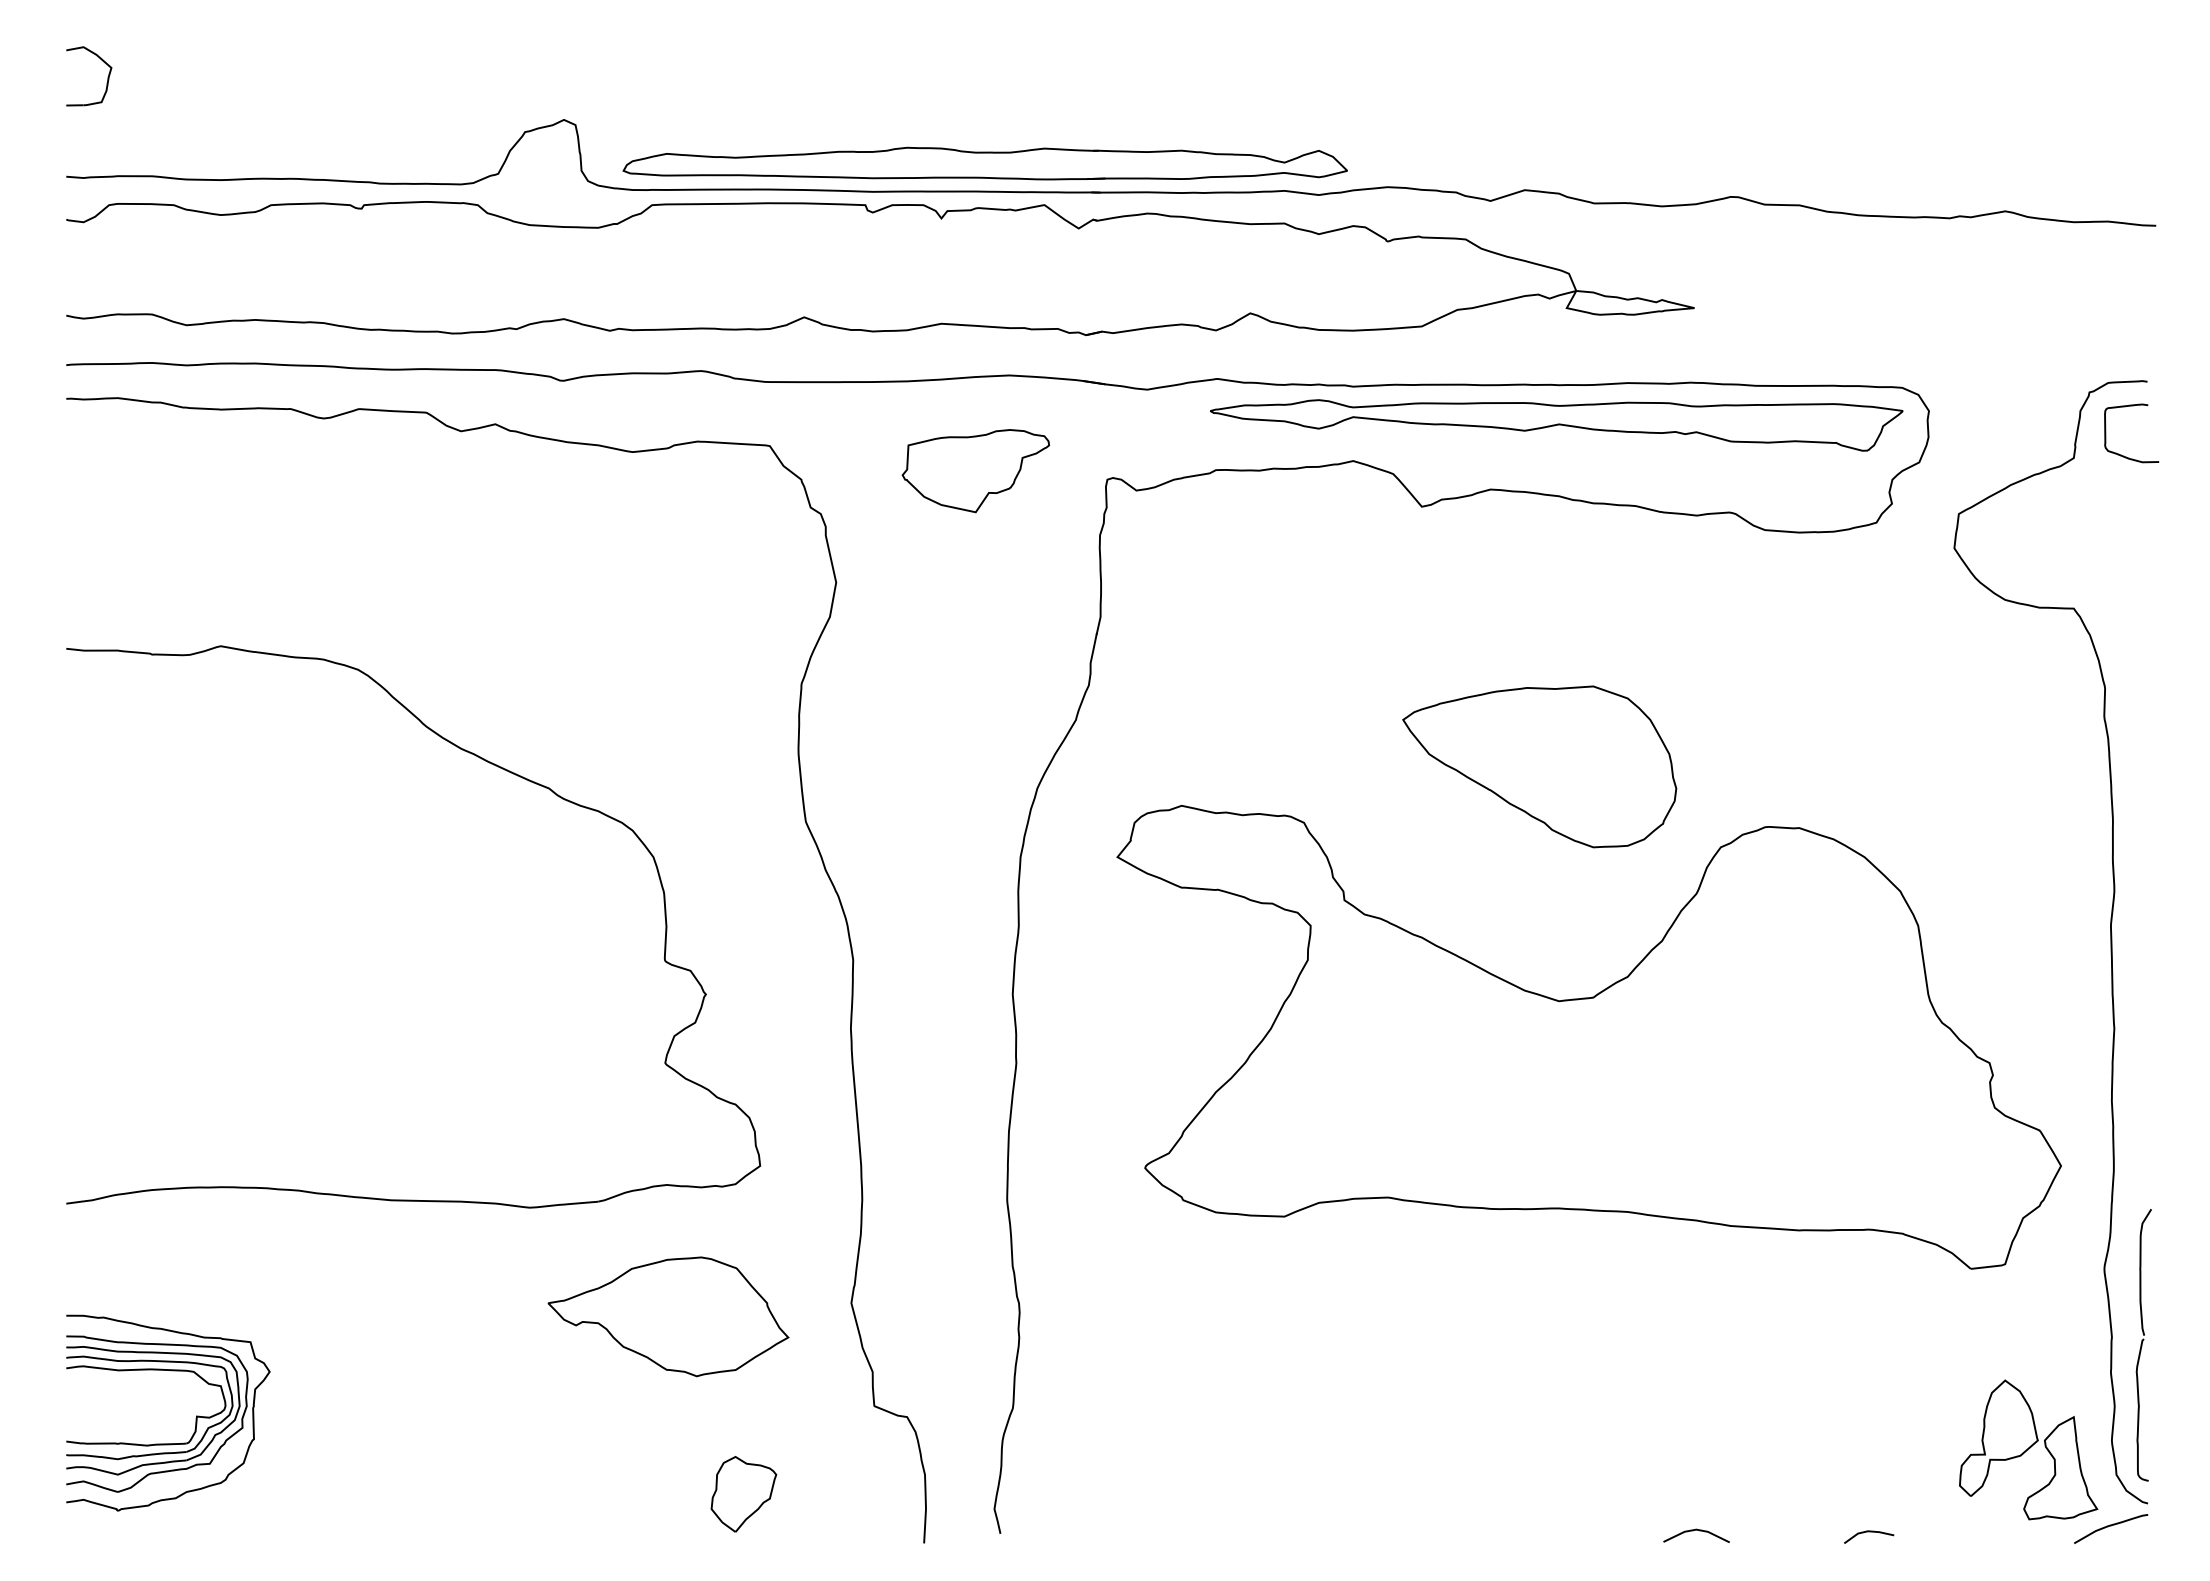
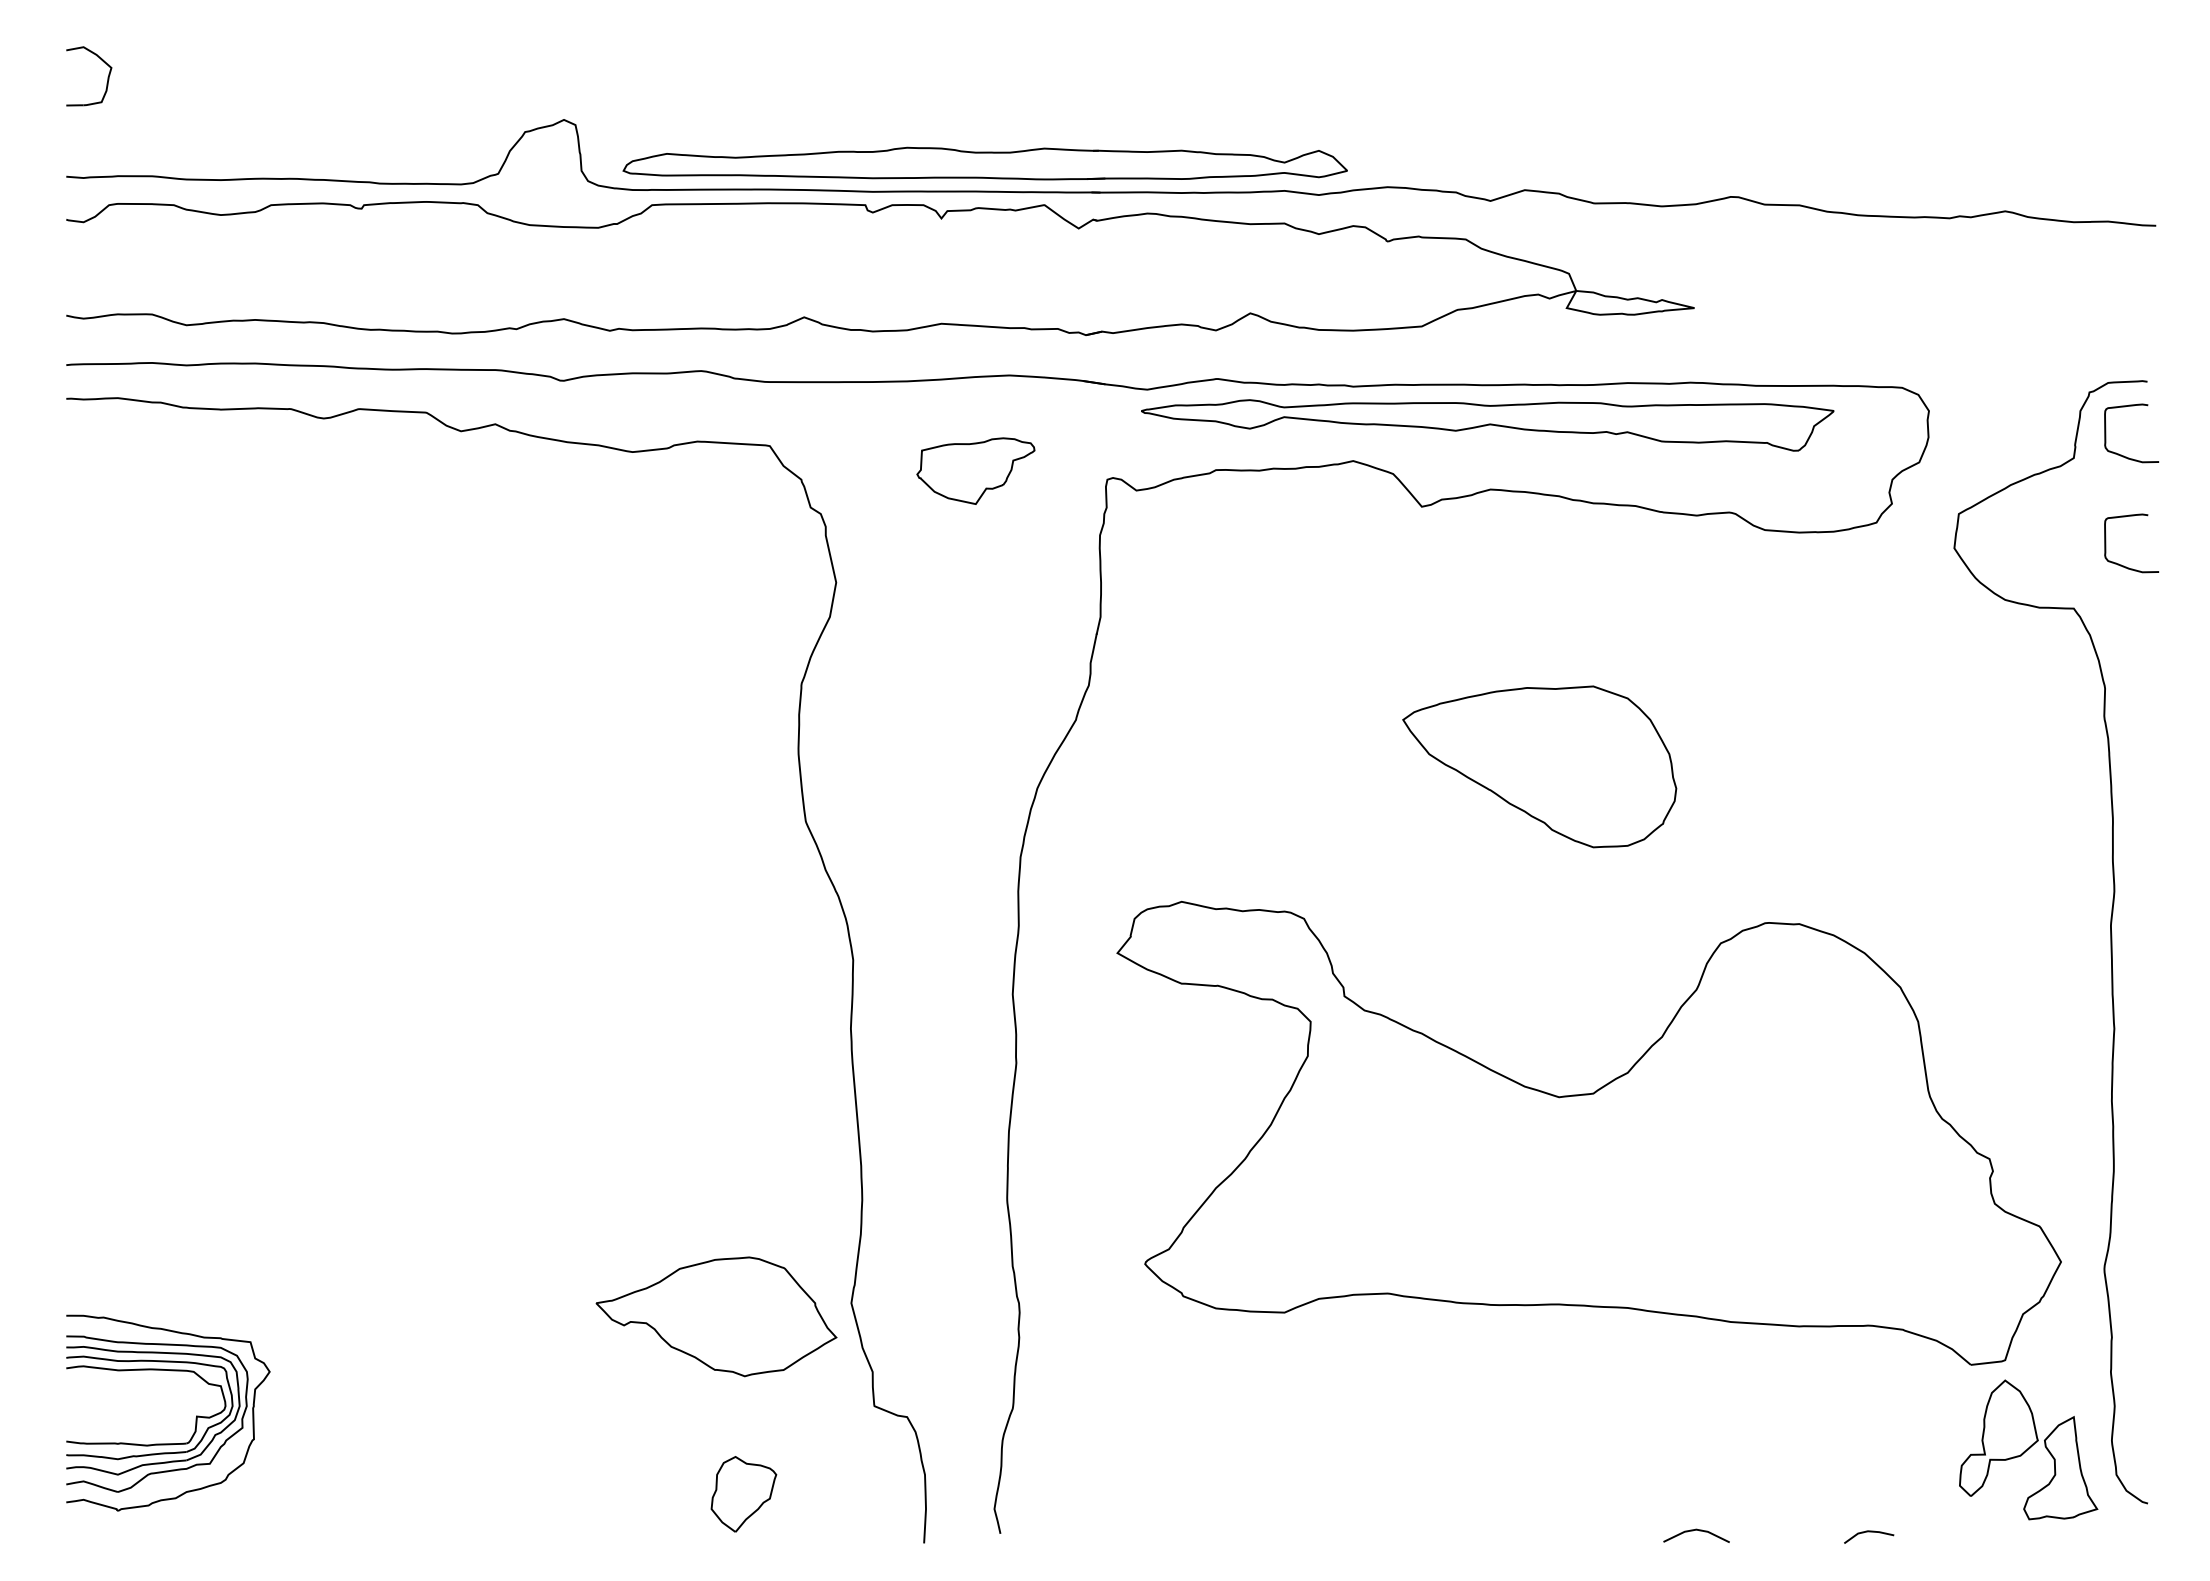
part at (1556, 425) position: (1556, 425) -> (1487, 425)
part at (975, 471) size: 150x85 px -> 120x68 px
curve at (2121, 564): none -> present
part at (493, 765): present -> none
part at (1588, 1036) position: (1588, 1036) -> (1588, 1132)
part at (668, 1316) position: (668, 1316) -> (716, 1316)
part at (2143, 1345): present -> none
curve at (2111, 1526): present -> none
